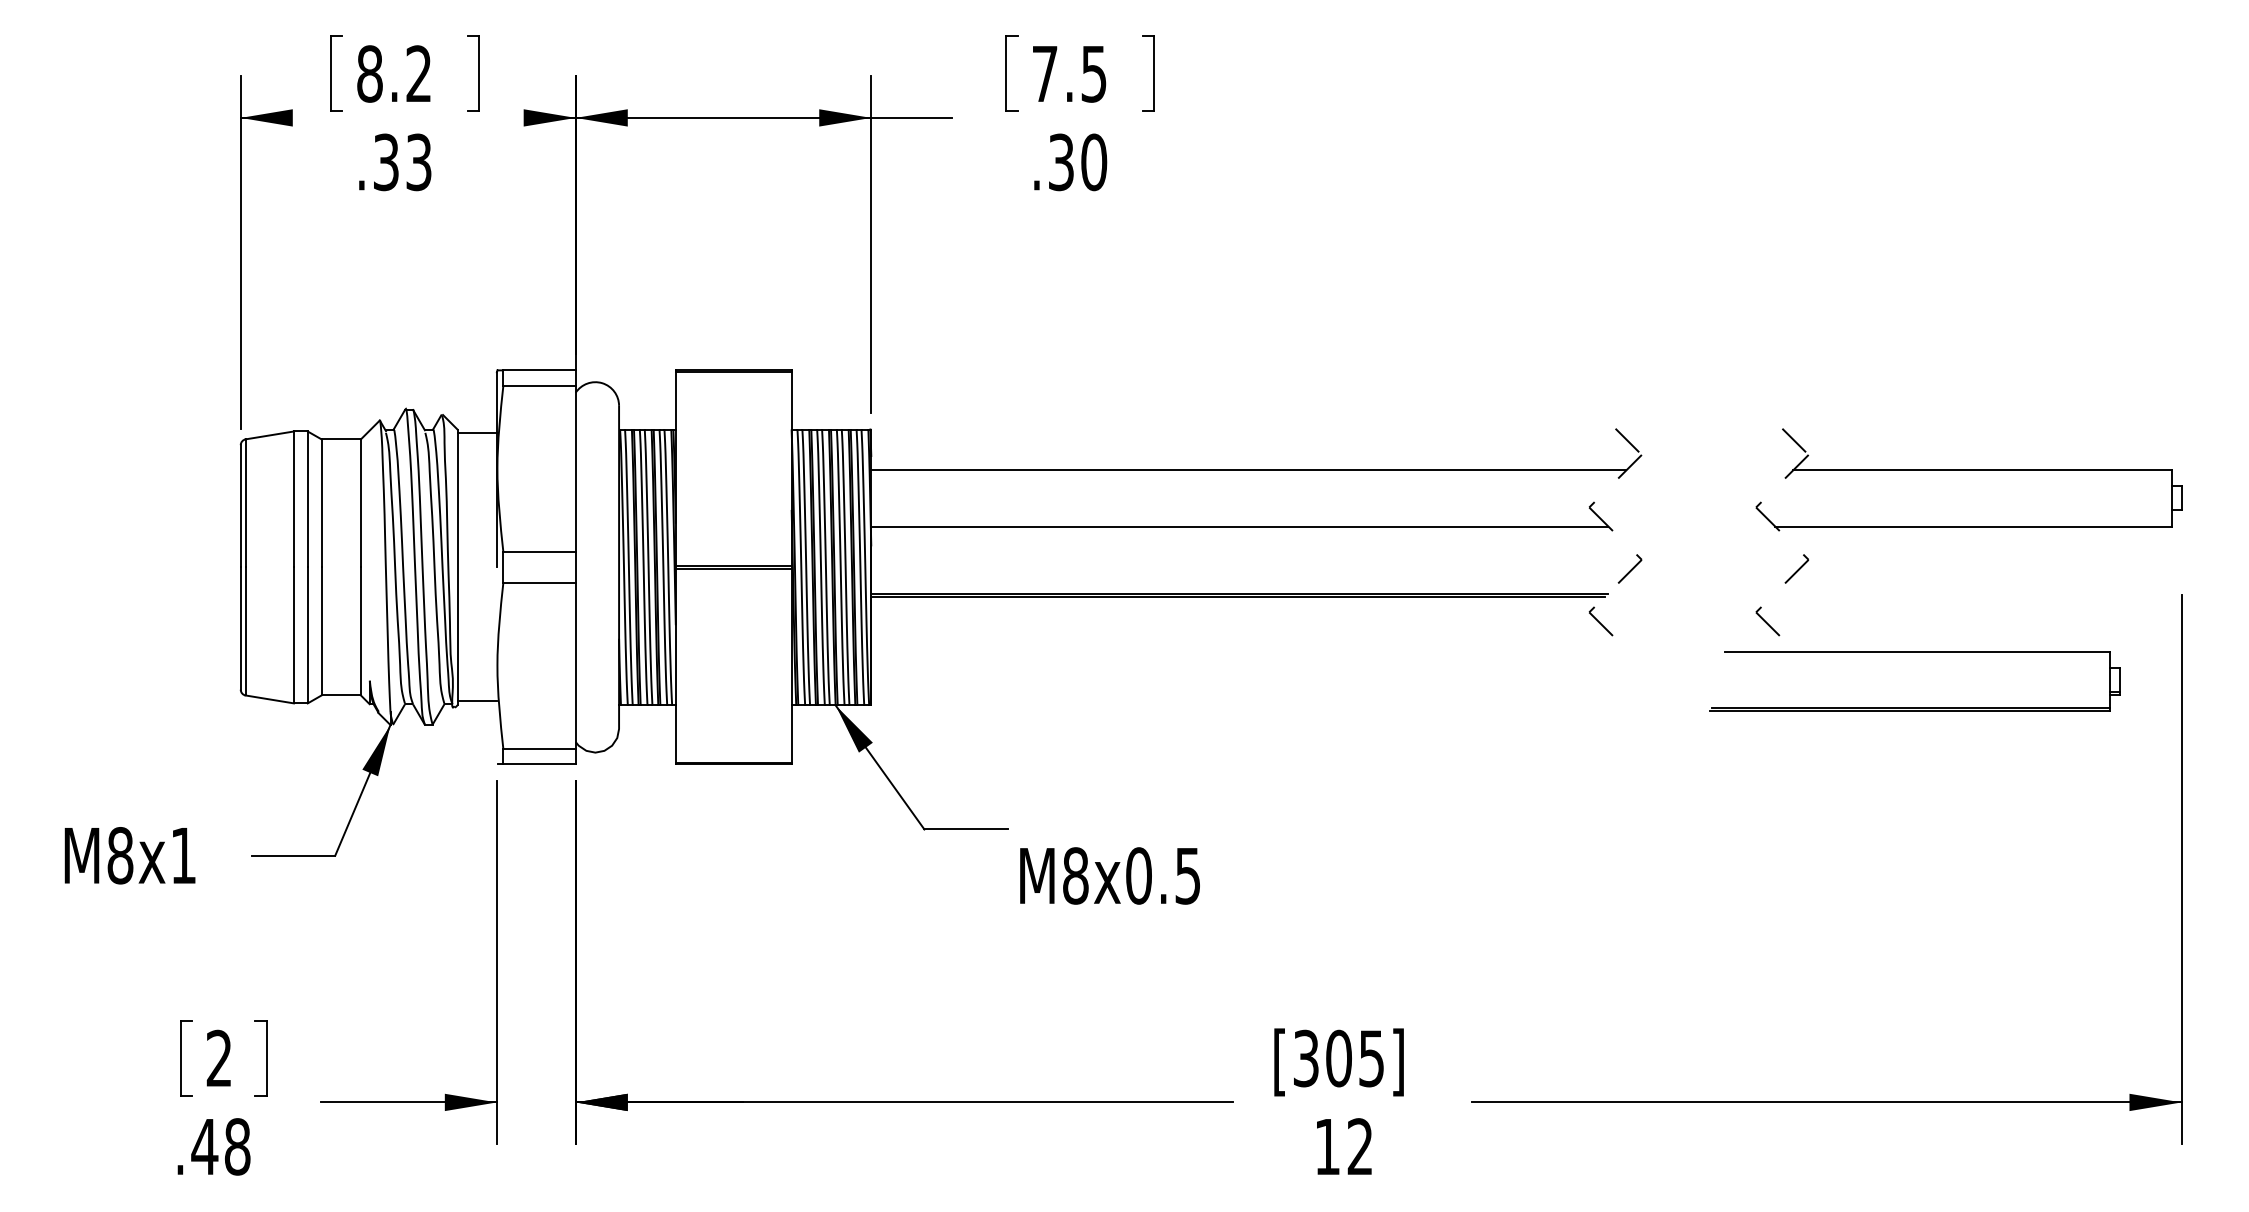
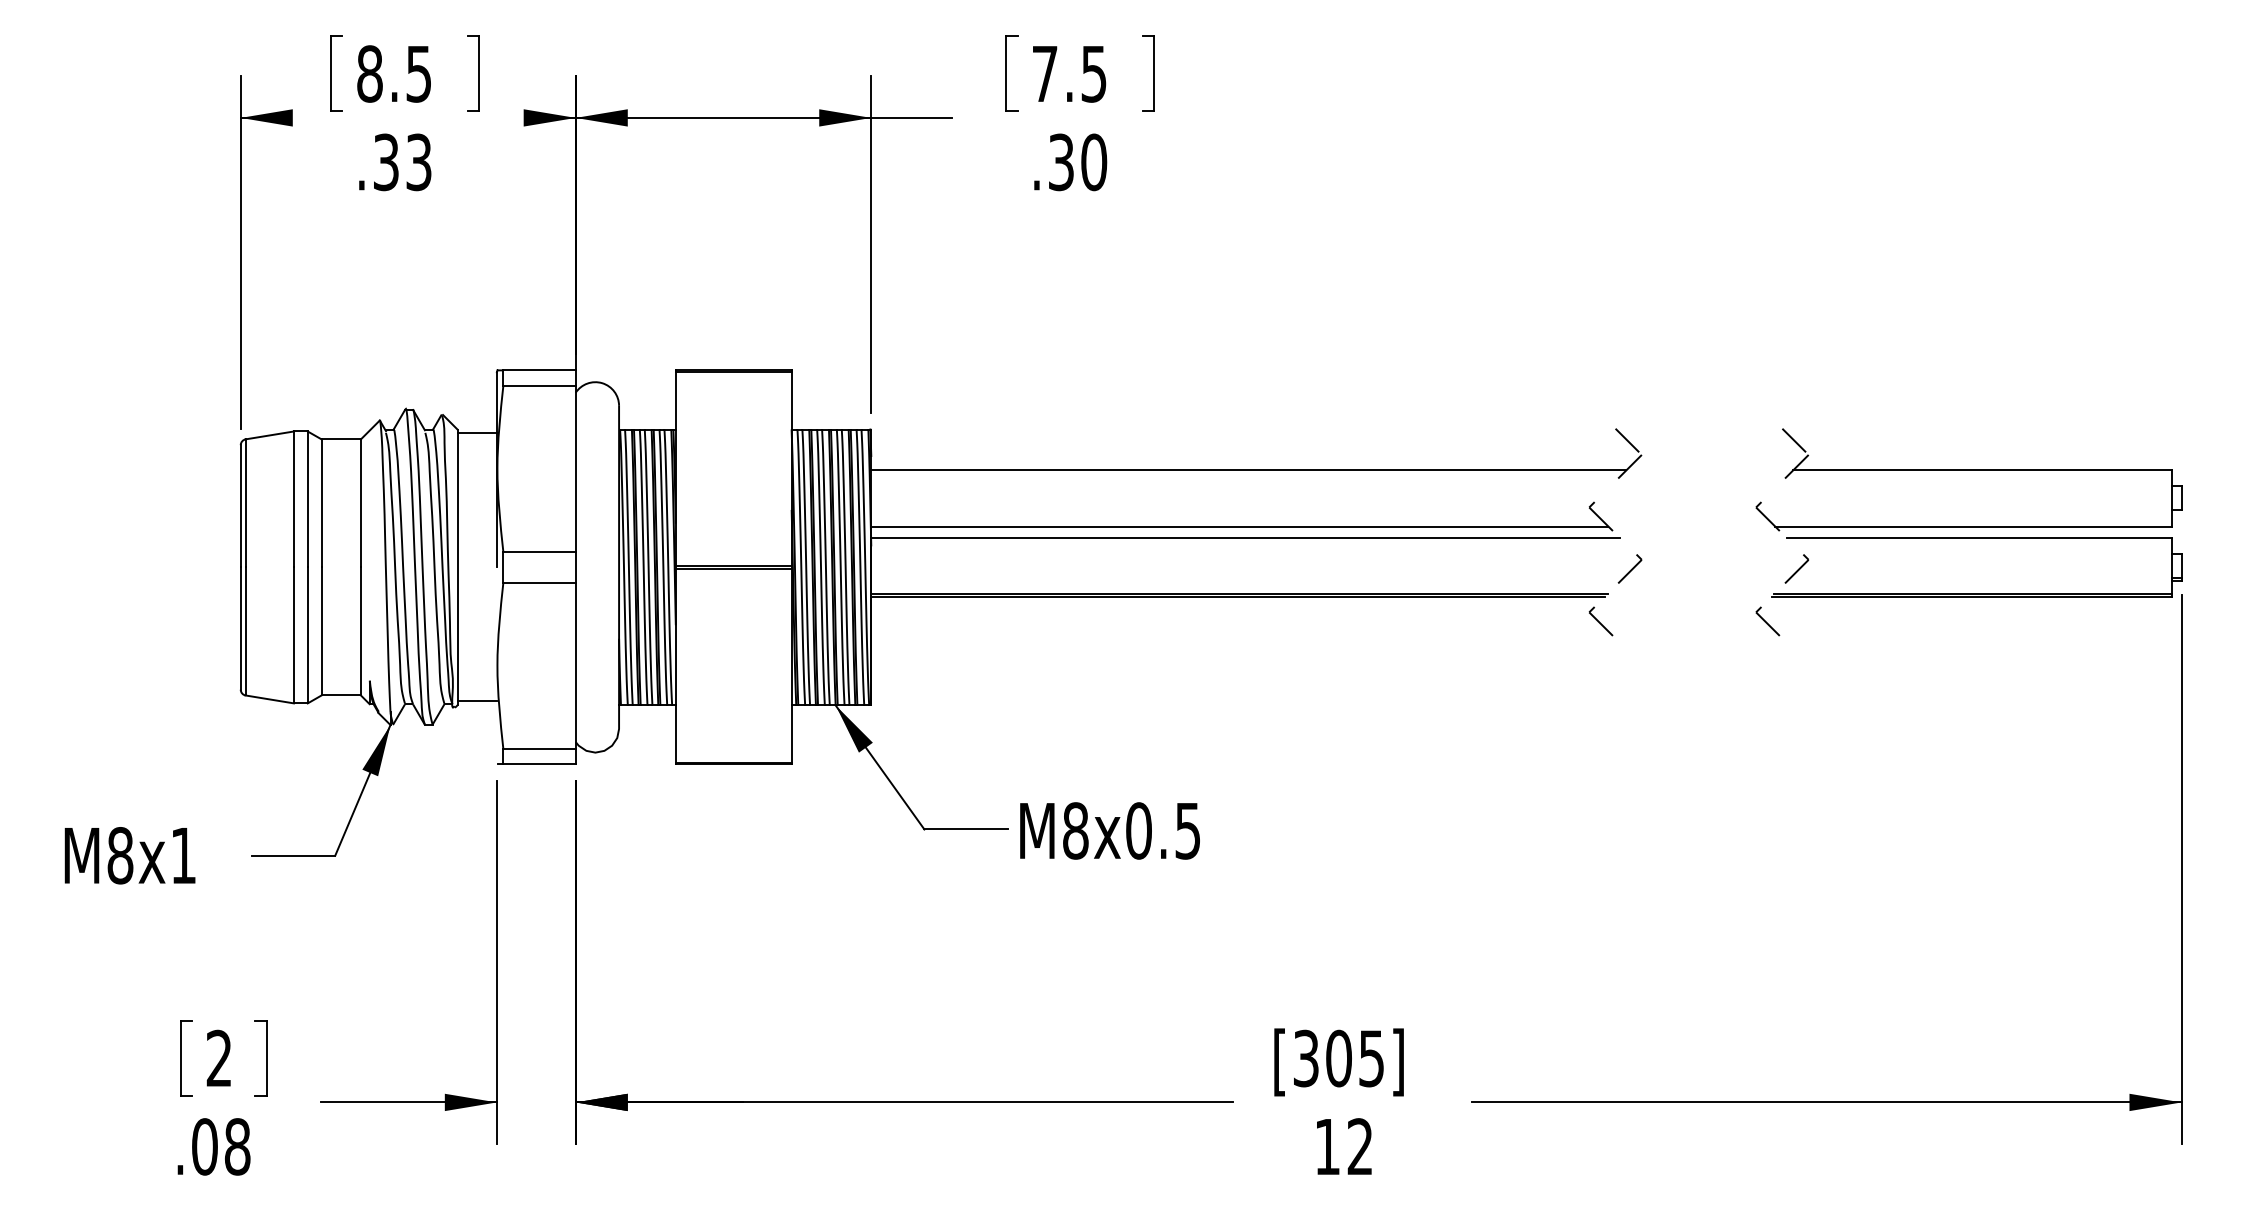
text at (418, 73): 8.2 -> 8.5
line at (1245, 538): none -> present
part at (1914, 707) position: (1914, 707) -> (1976, 593)
text at (1109, 875) position: (1109, 875) -> (1109, 830)
text at (204, 1146): .48 -> .08
